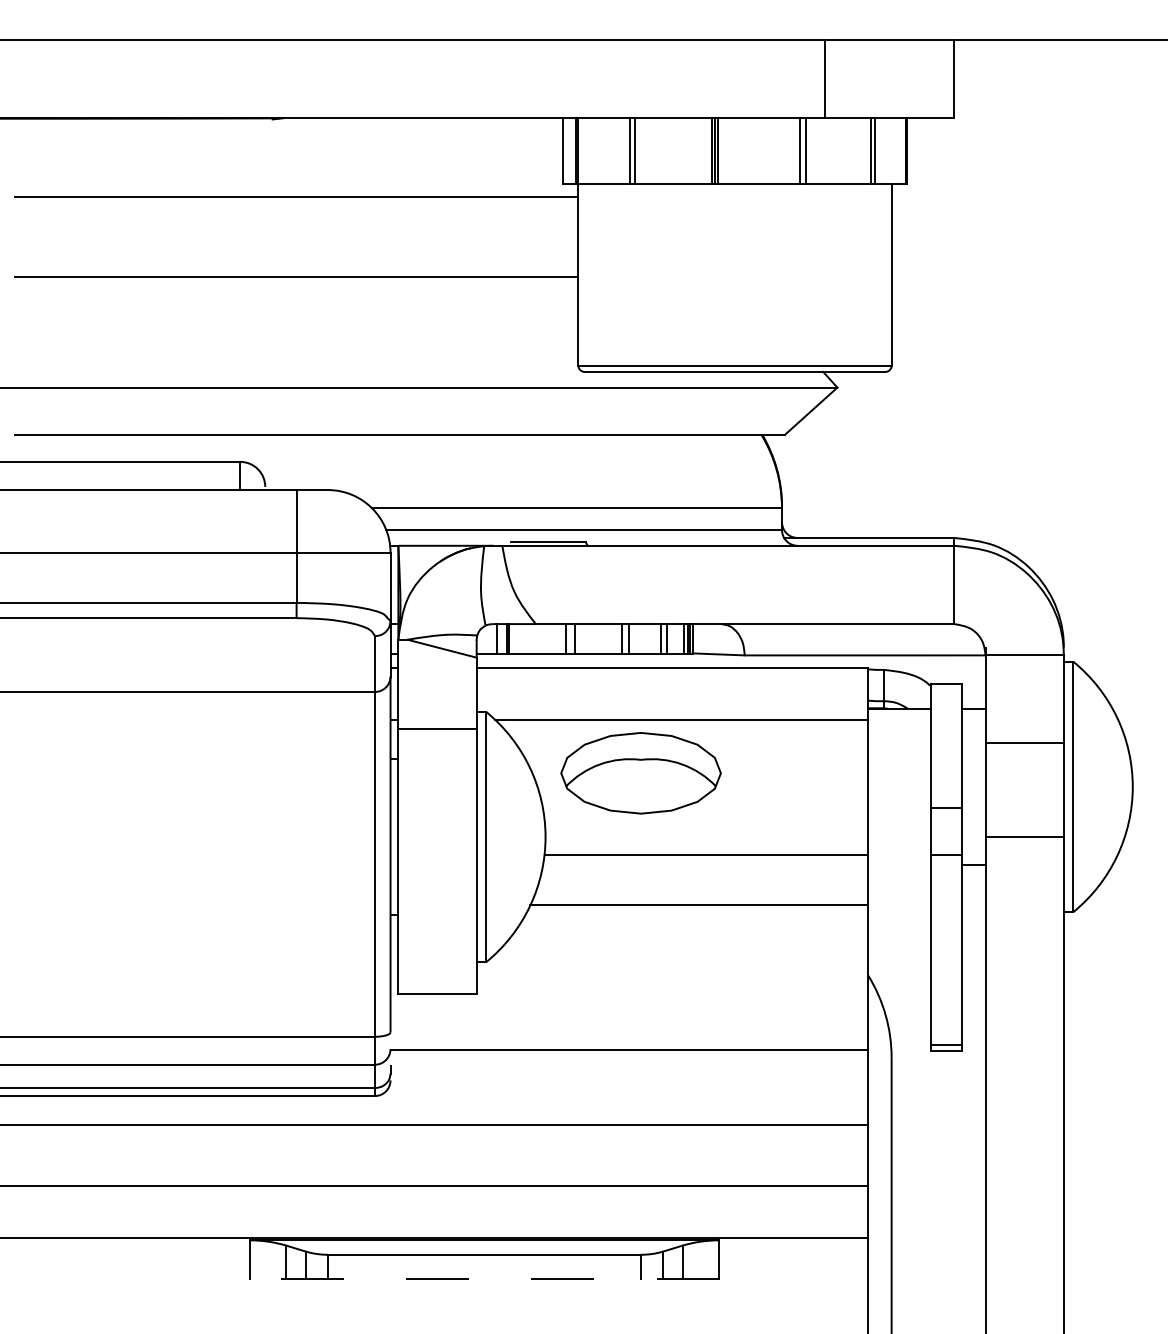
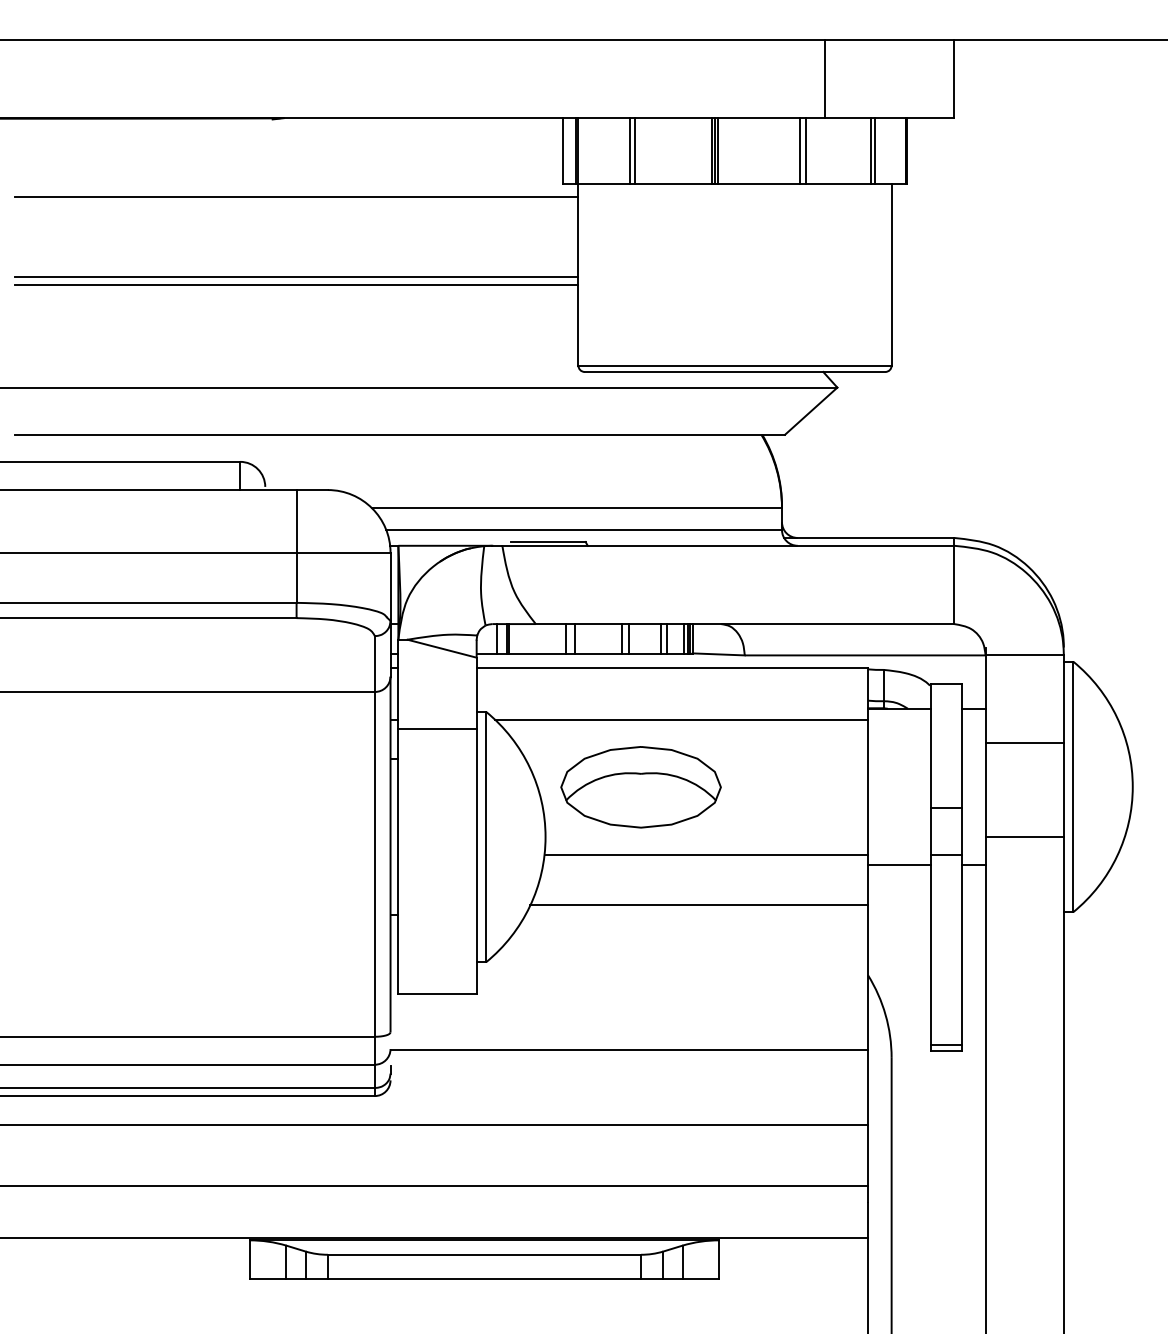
line at (296, 285): none -> present
part at (640, 773) position: (640, 773) -> (640, 787)
line at (899, 865): none -> present
line at (484, 1278): dashed -> solid
